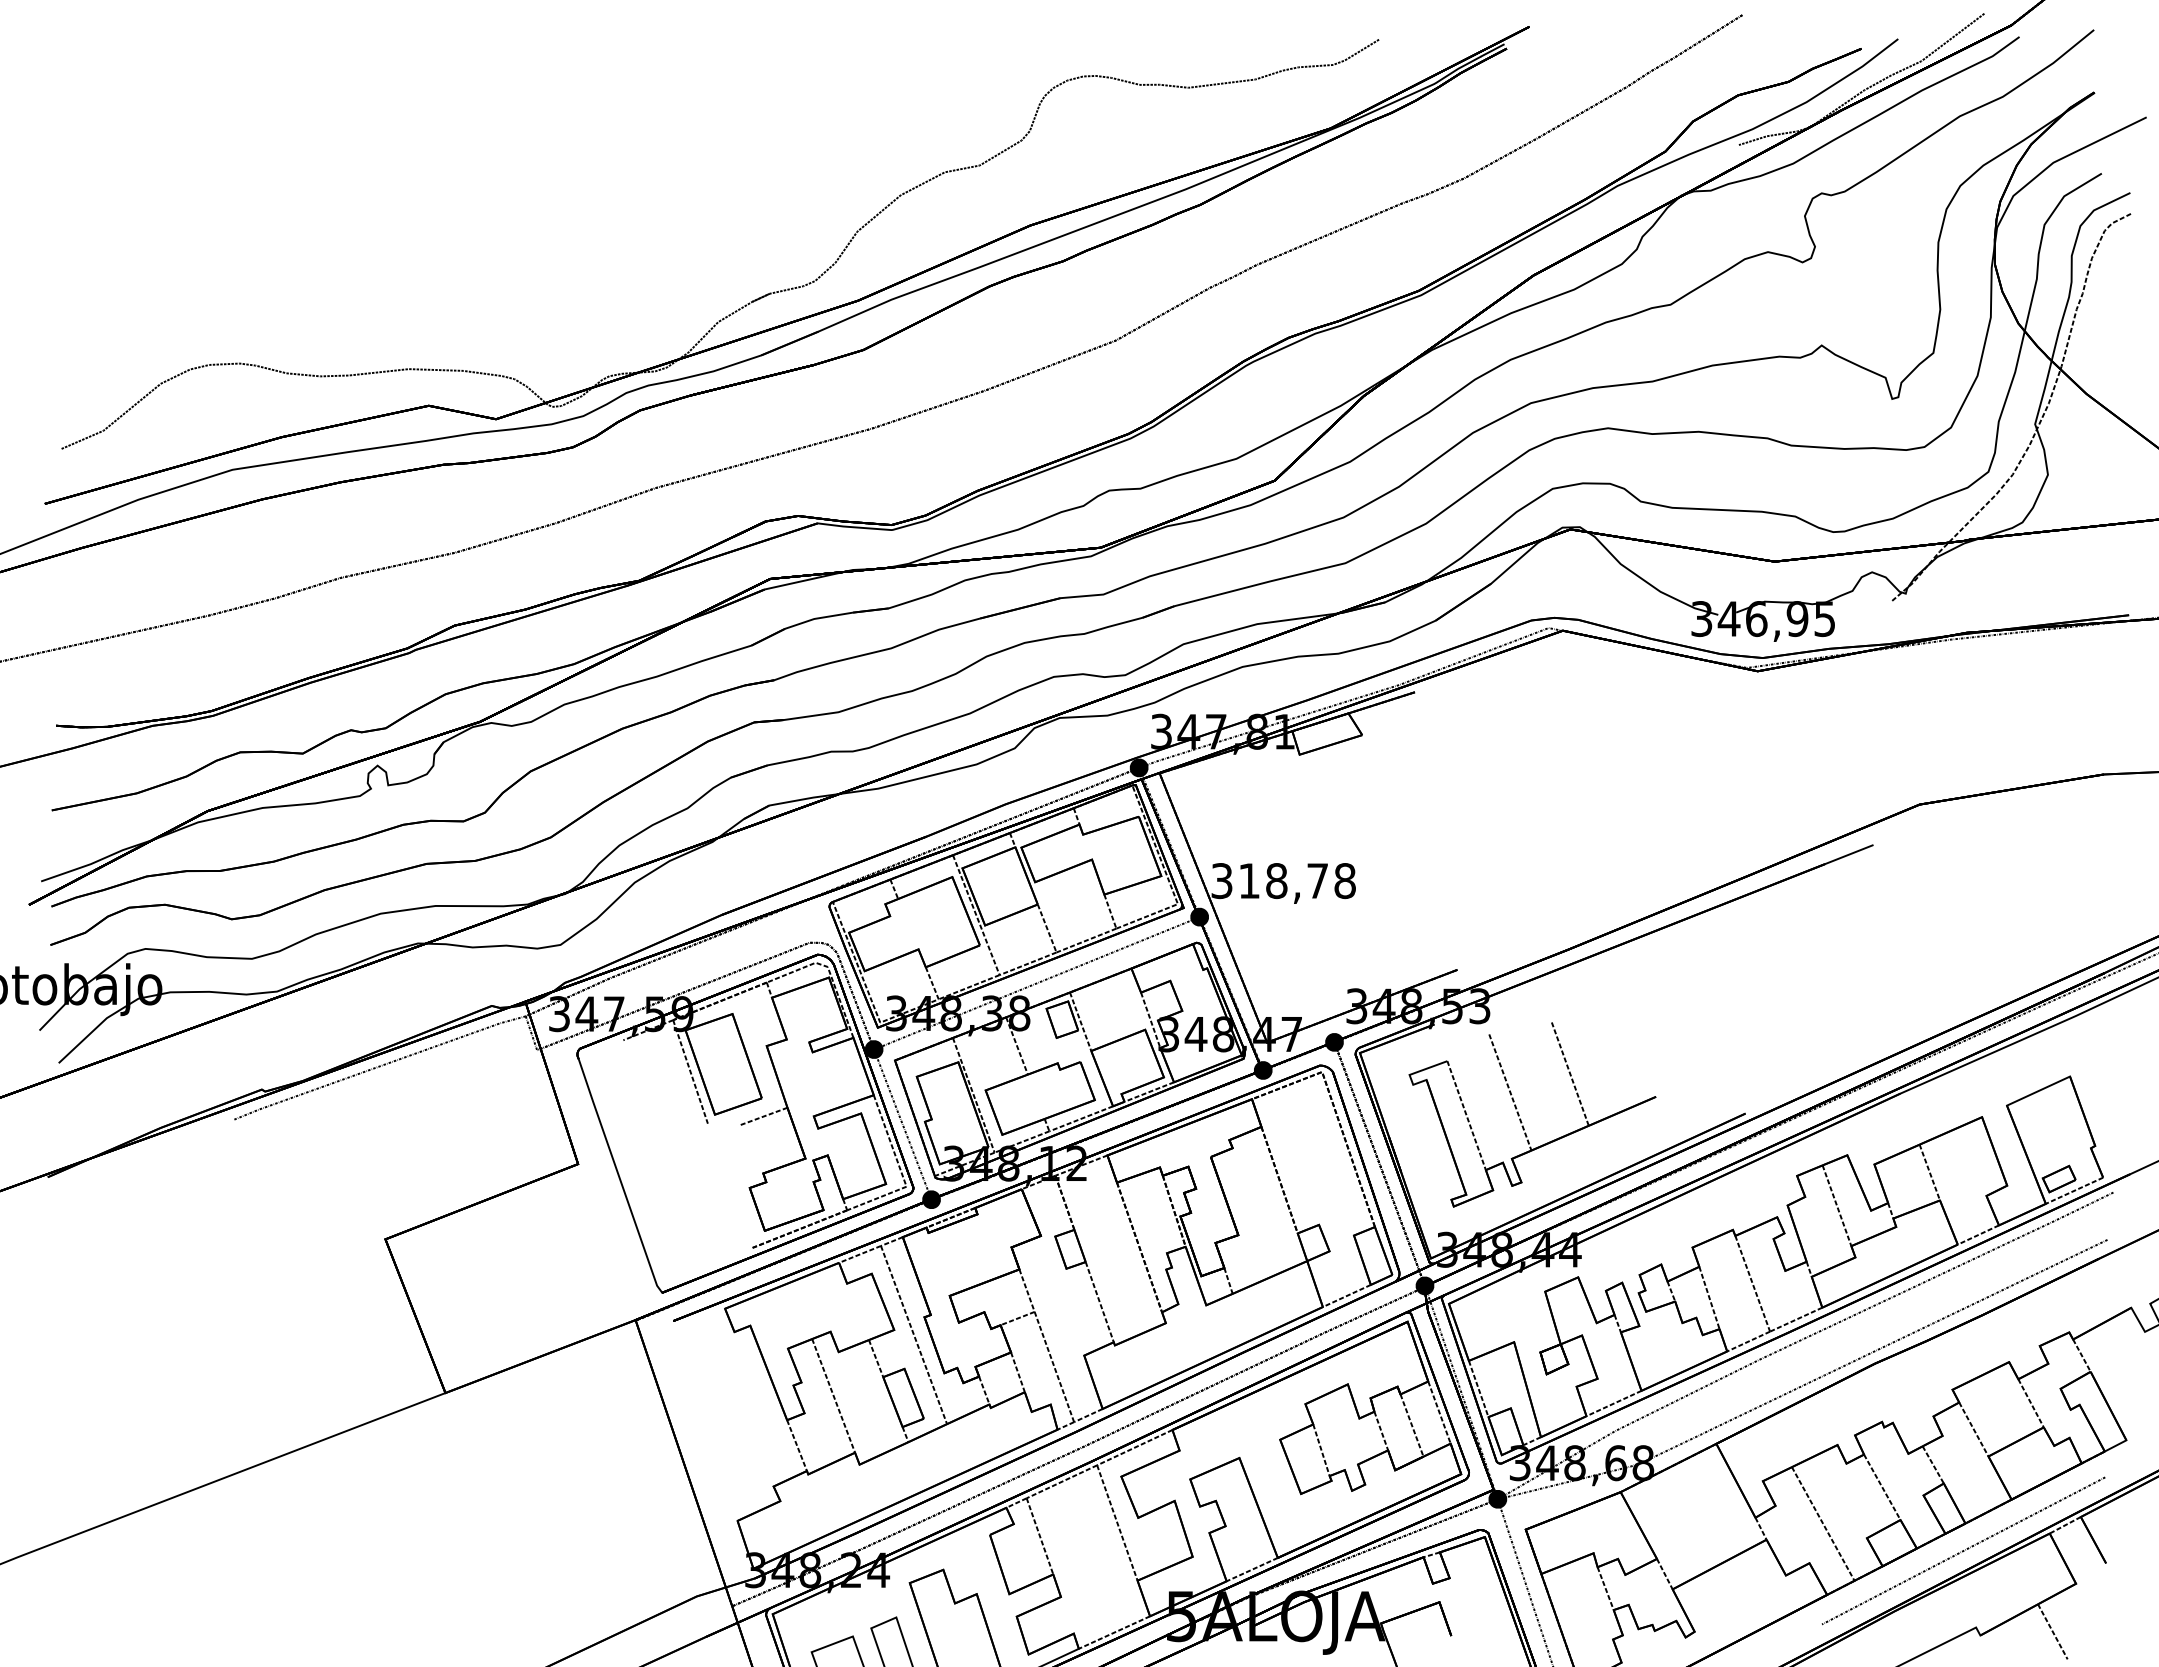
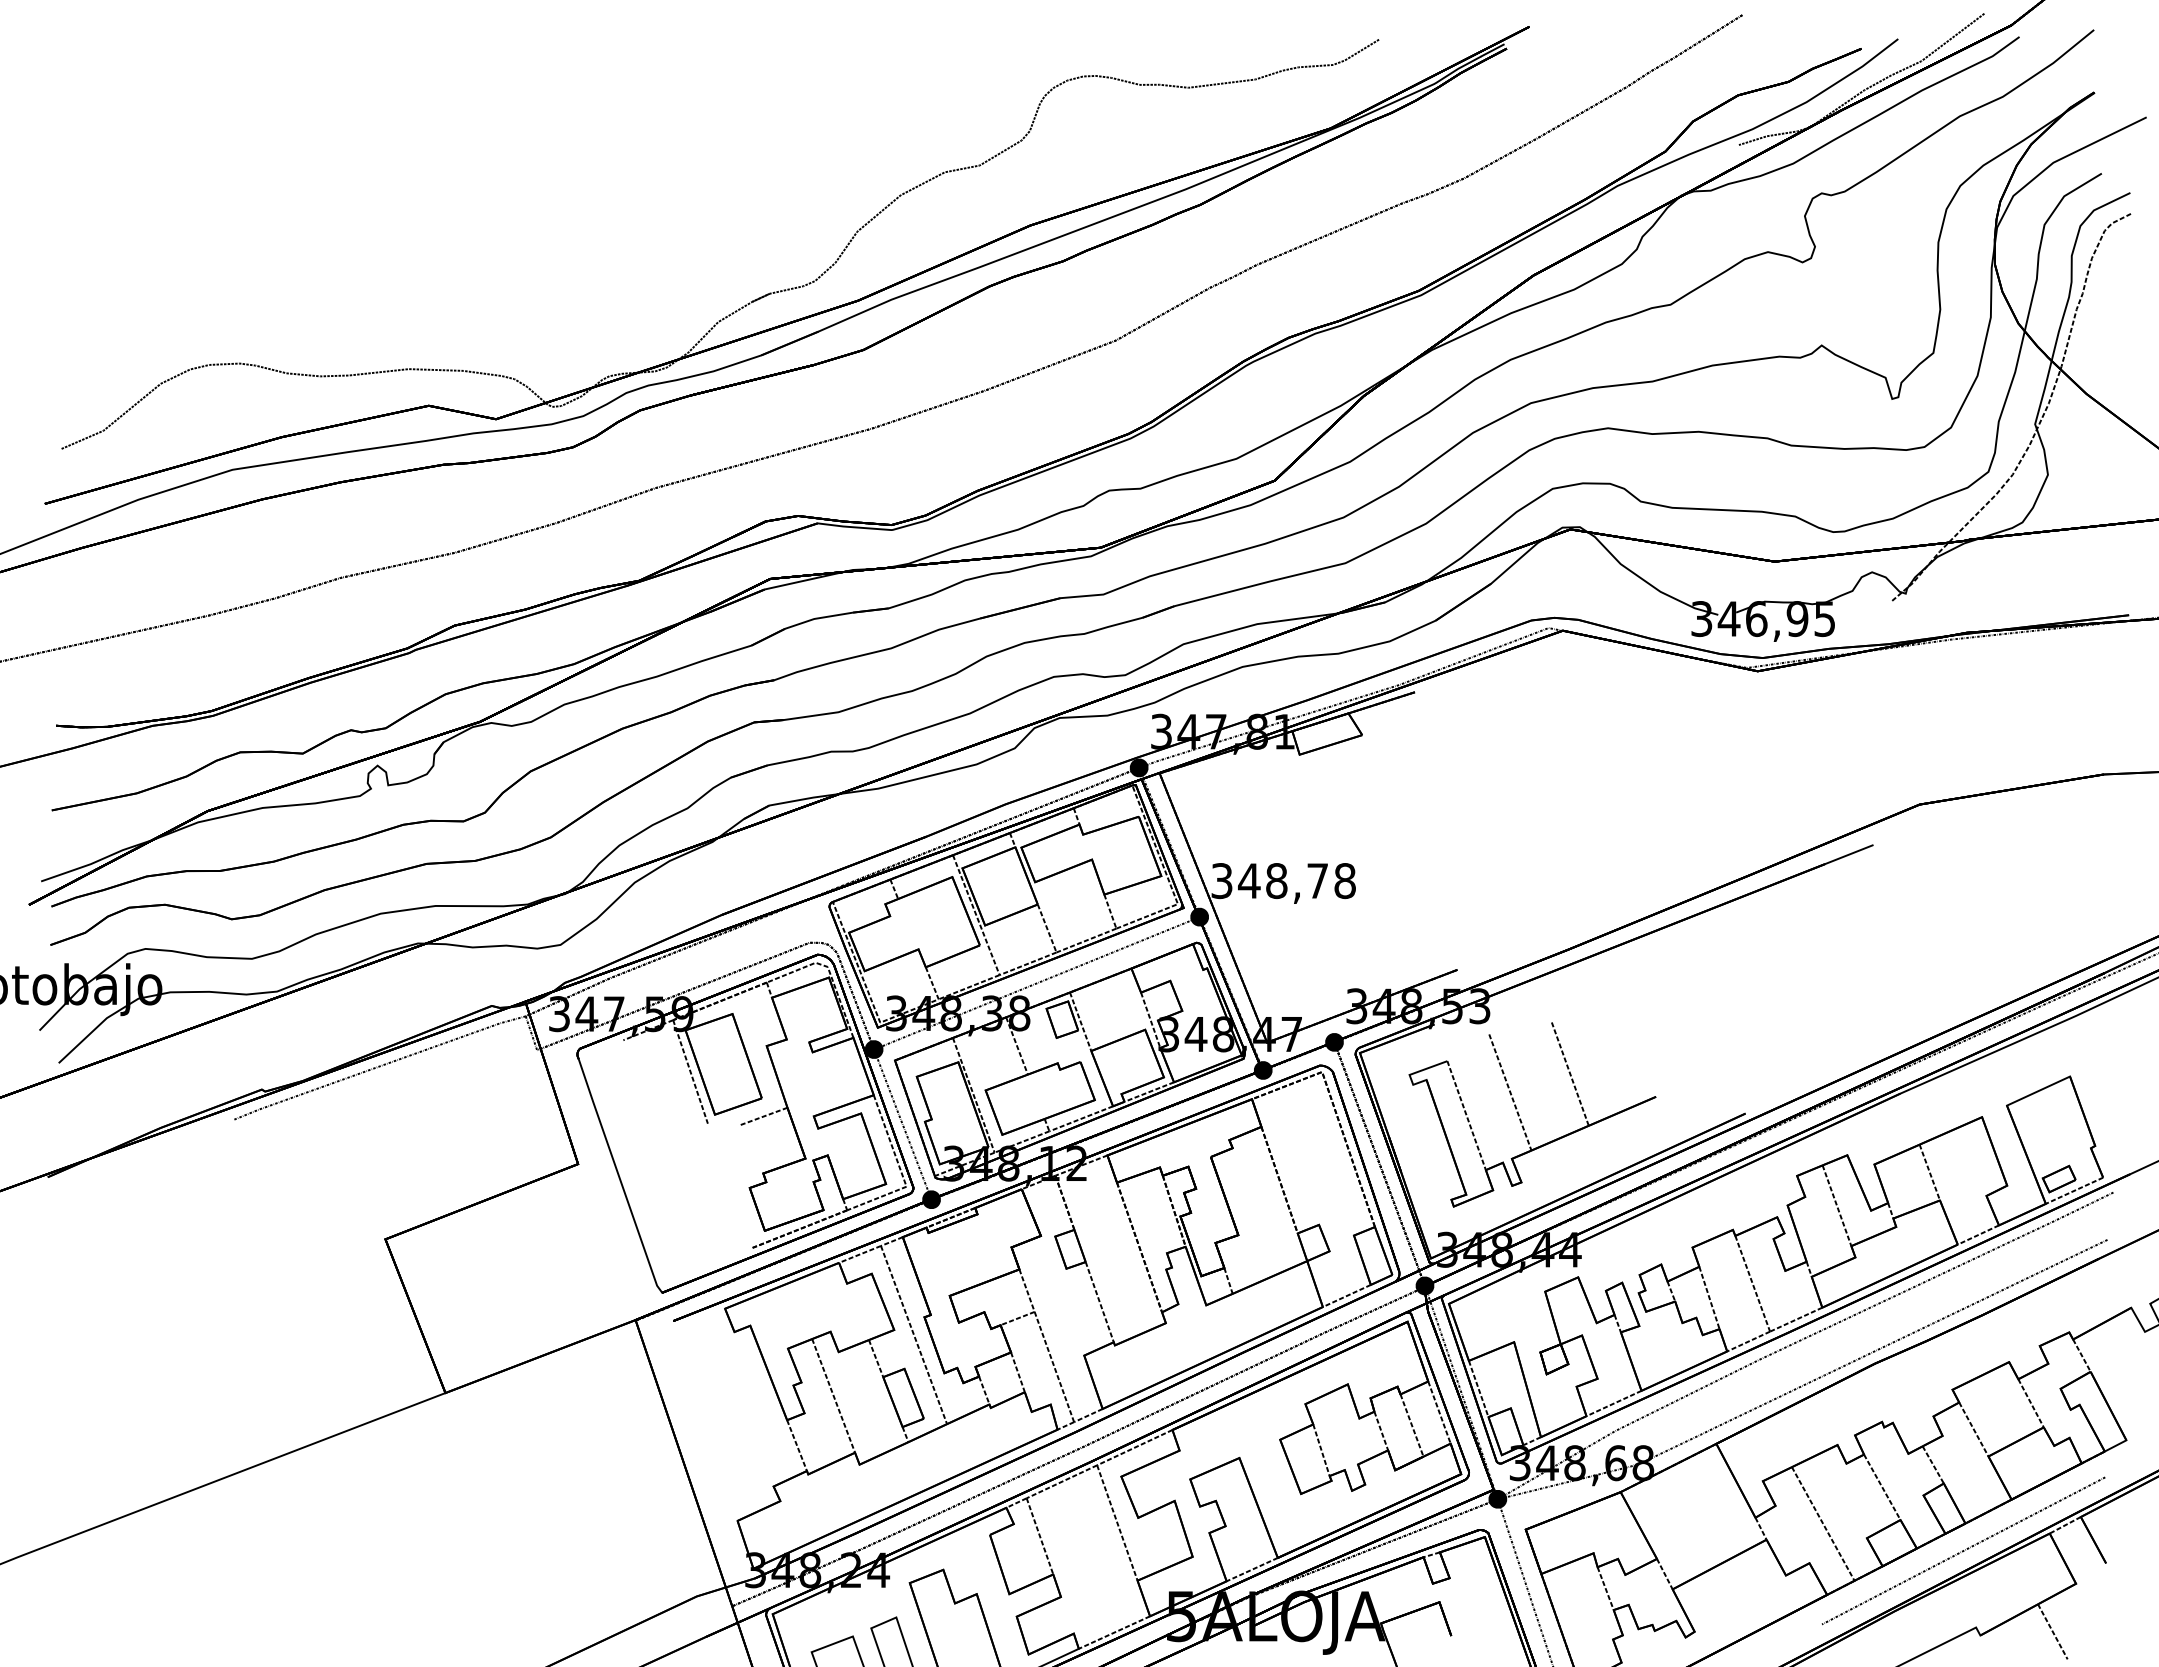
text at (1249, 880): 318,78 -> 348,78
